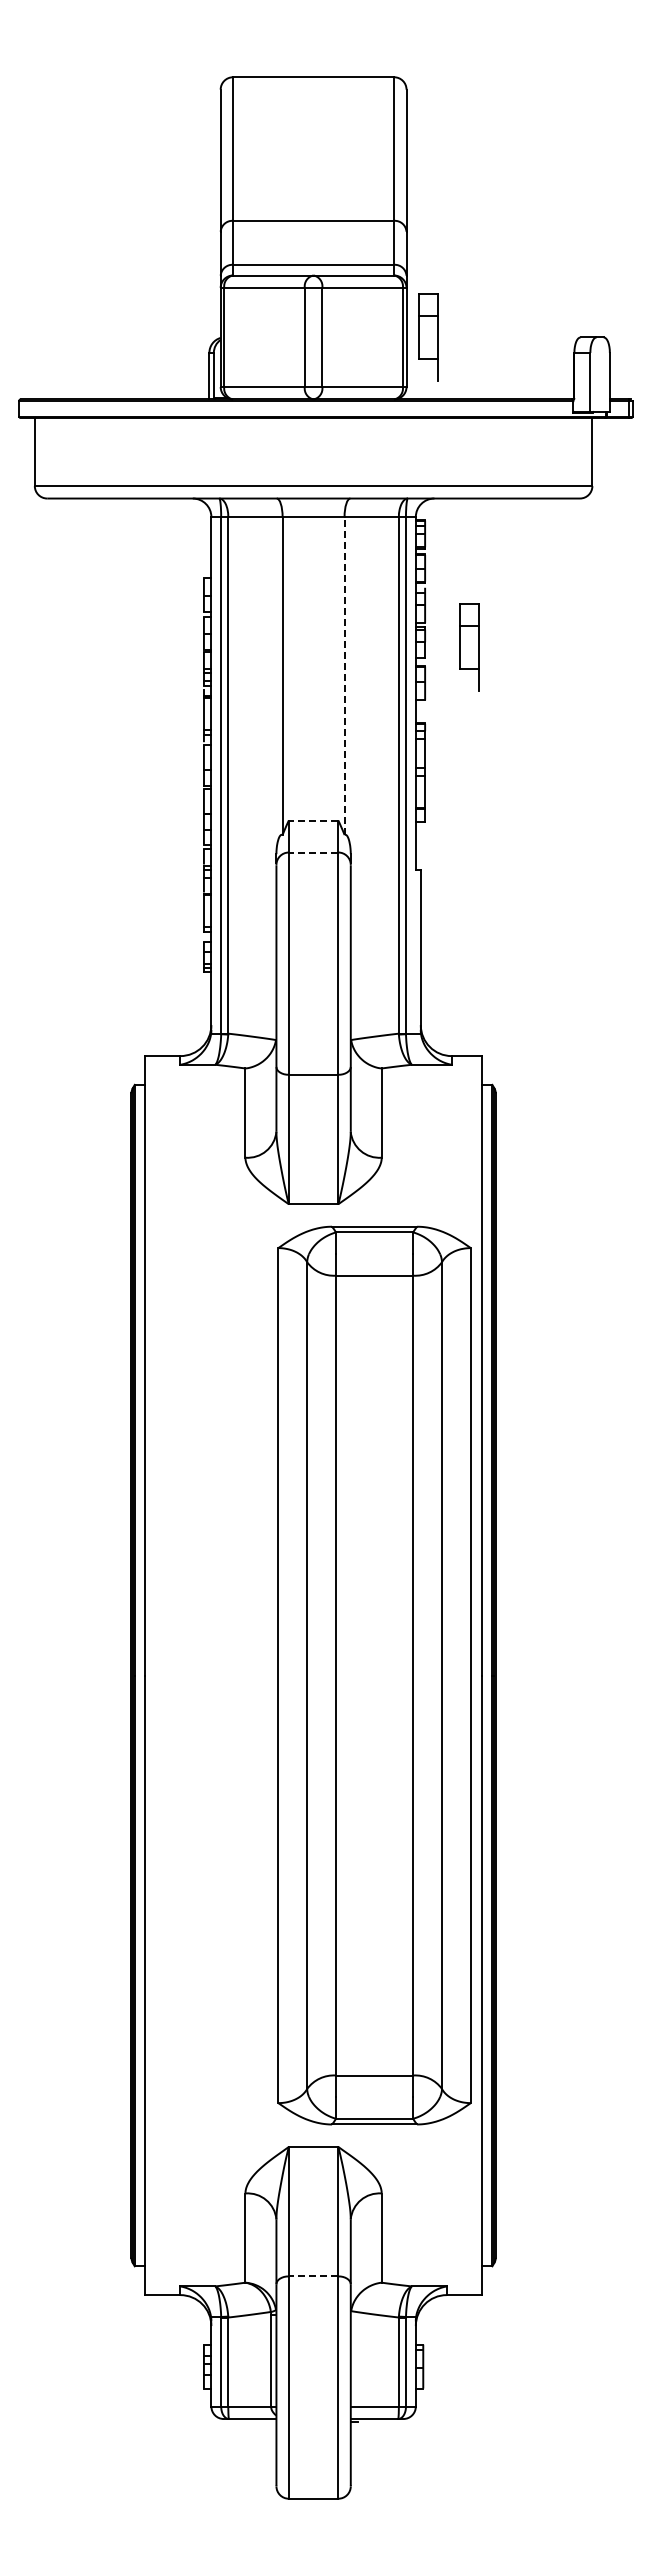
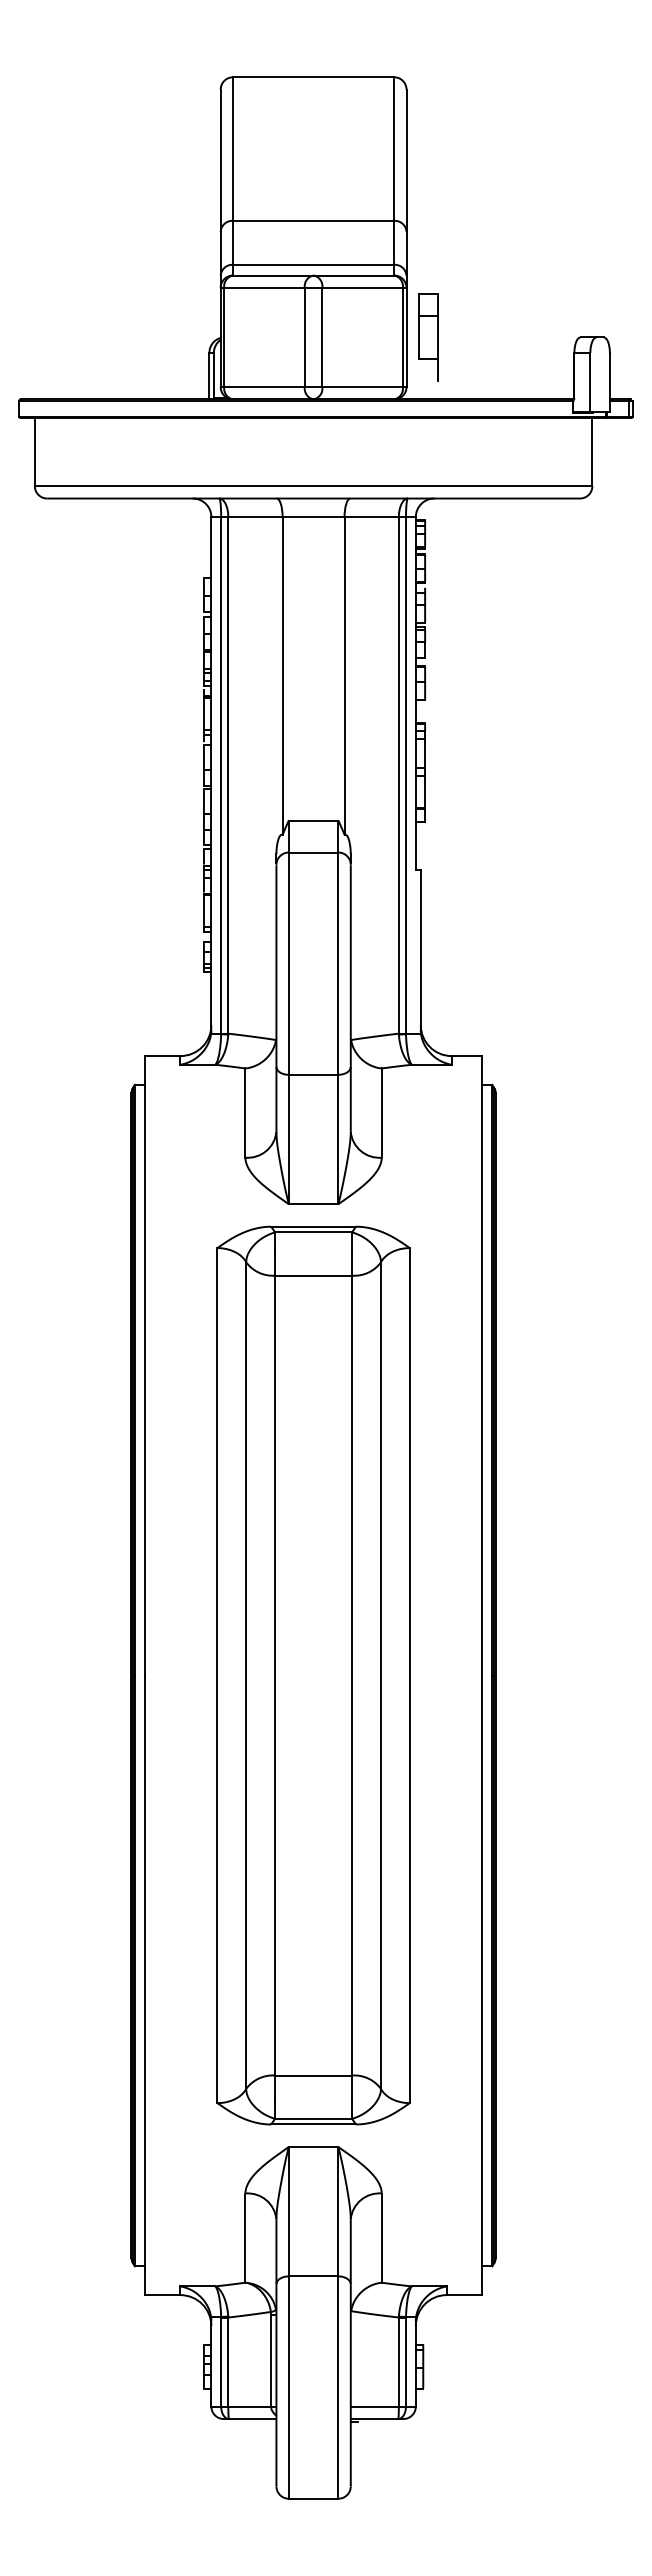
part at (469, 647): present -> none
line at (344, 676): dashed -> solid
line at (313, 820): dashed -> solid
line at (313, 852): dashed -> solid
part at (374, 1675) position: (374, 1675) -> (313, 1675)
line at (313, 2276): dashed -> solid
